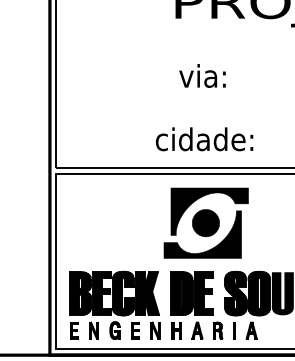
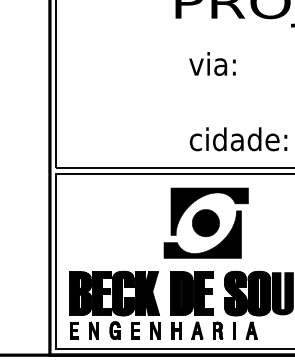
text at (202, 75) position: (202, 75) -> (212, 63)
text at (204, 139) position: (204, 139) -> (238, 139)
